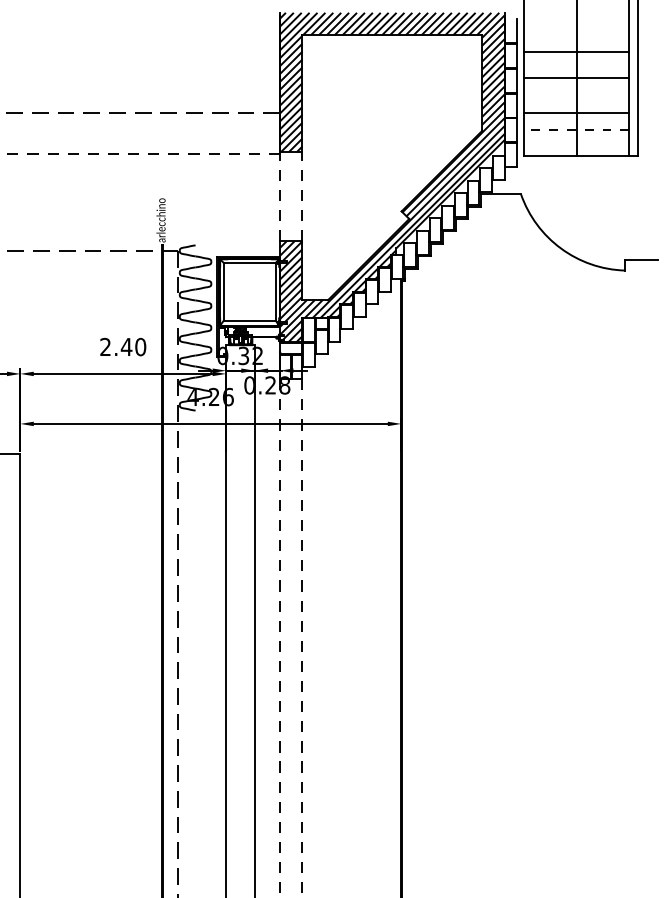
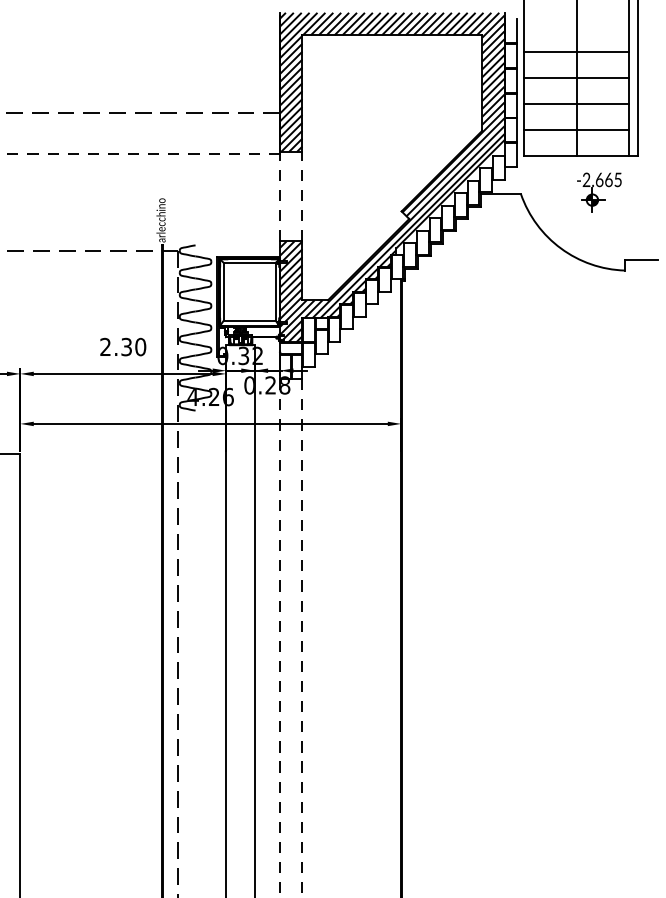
line at (576, 113) position: (576, 113) -> (576, 104)
line at (576, 130): dashed -> solid
part at (599, 192): none -> present
text at (126, 346): 2.40 -> 2.30
